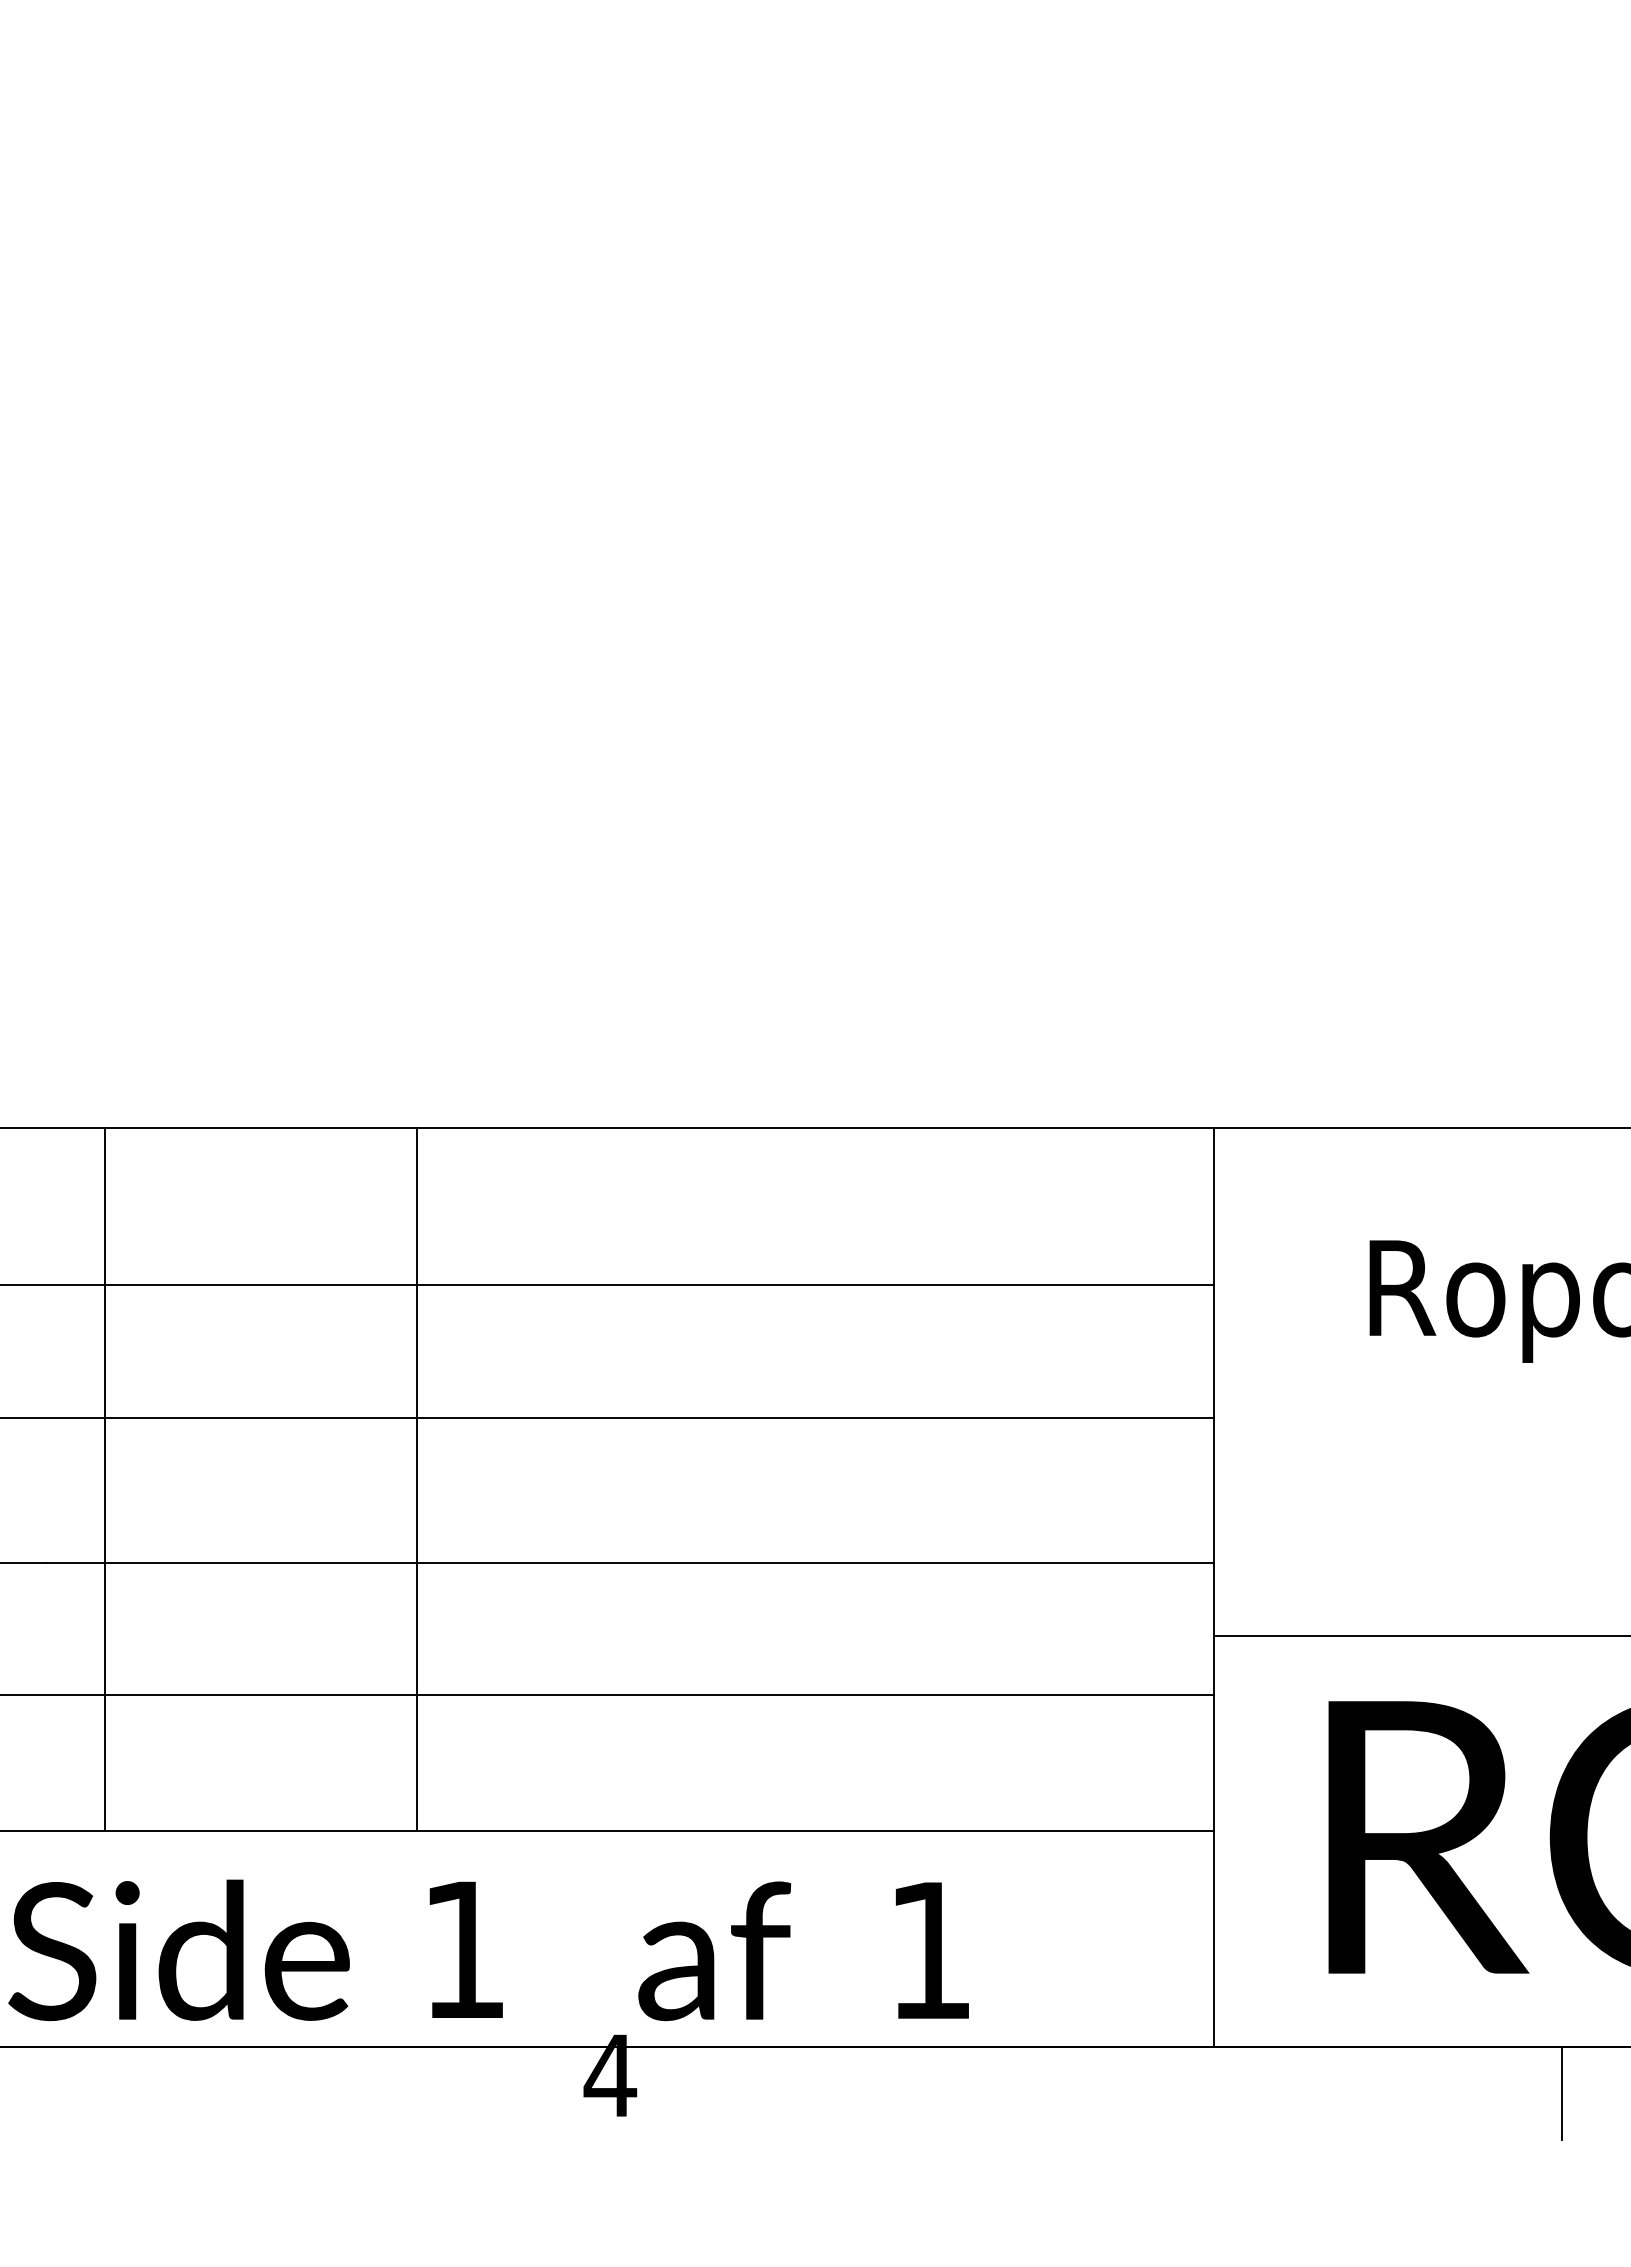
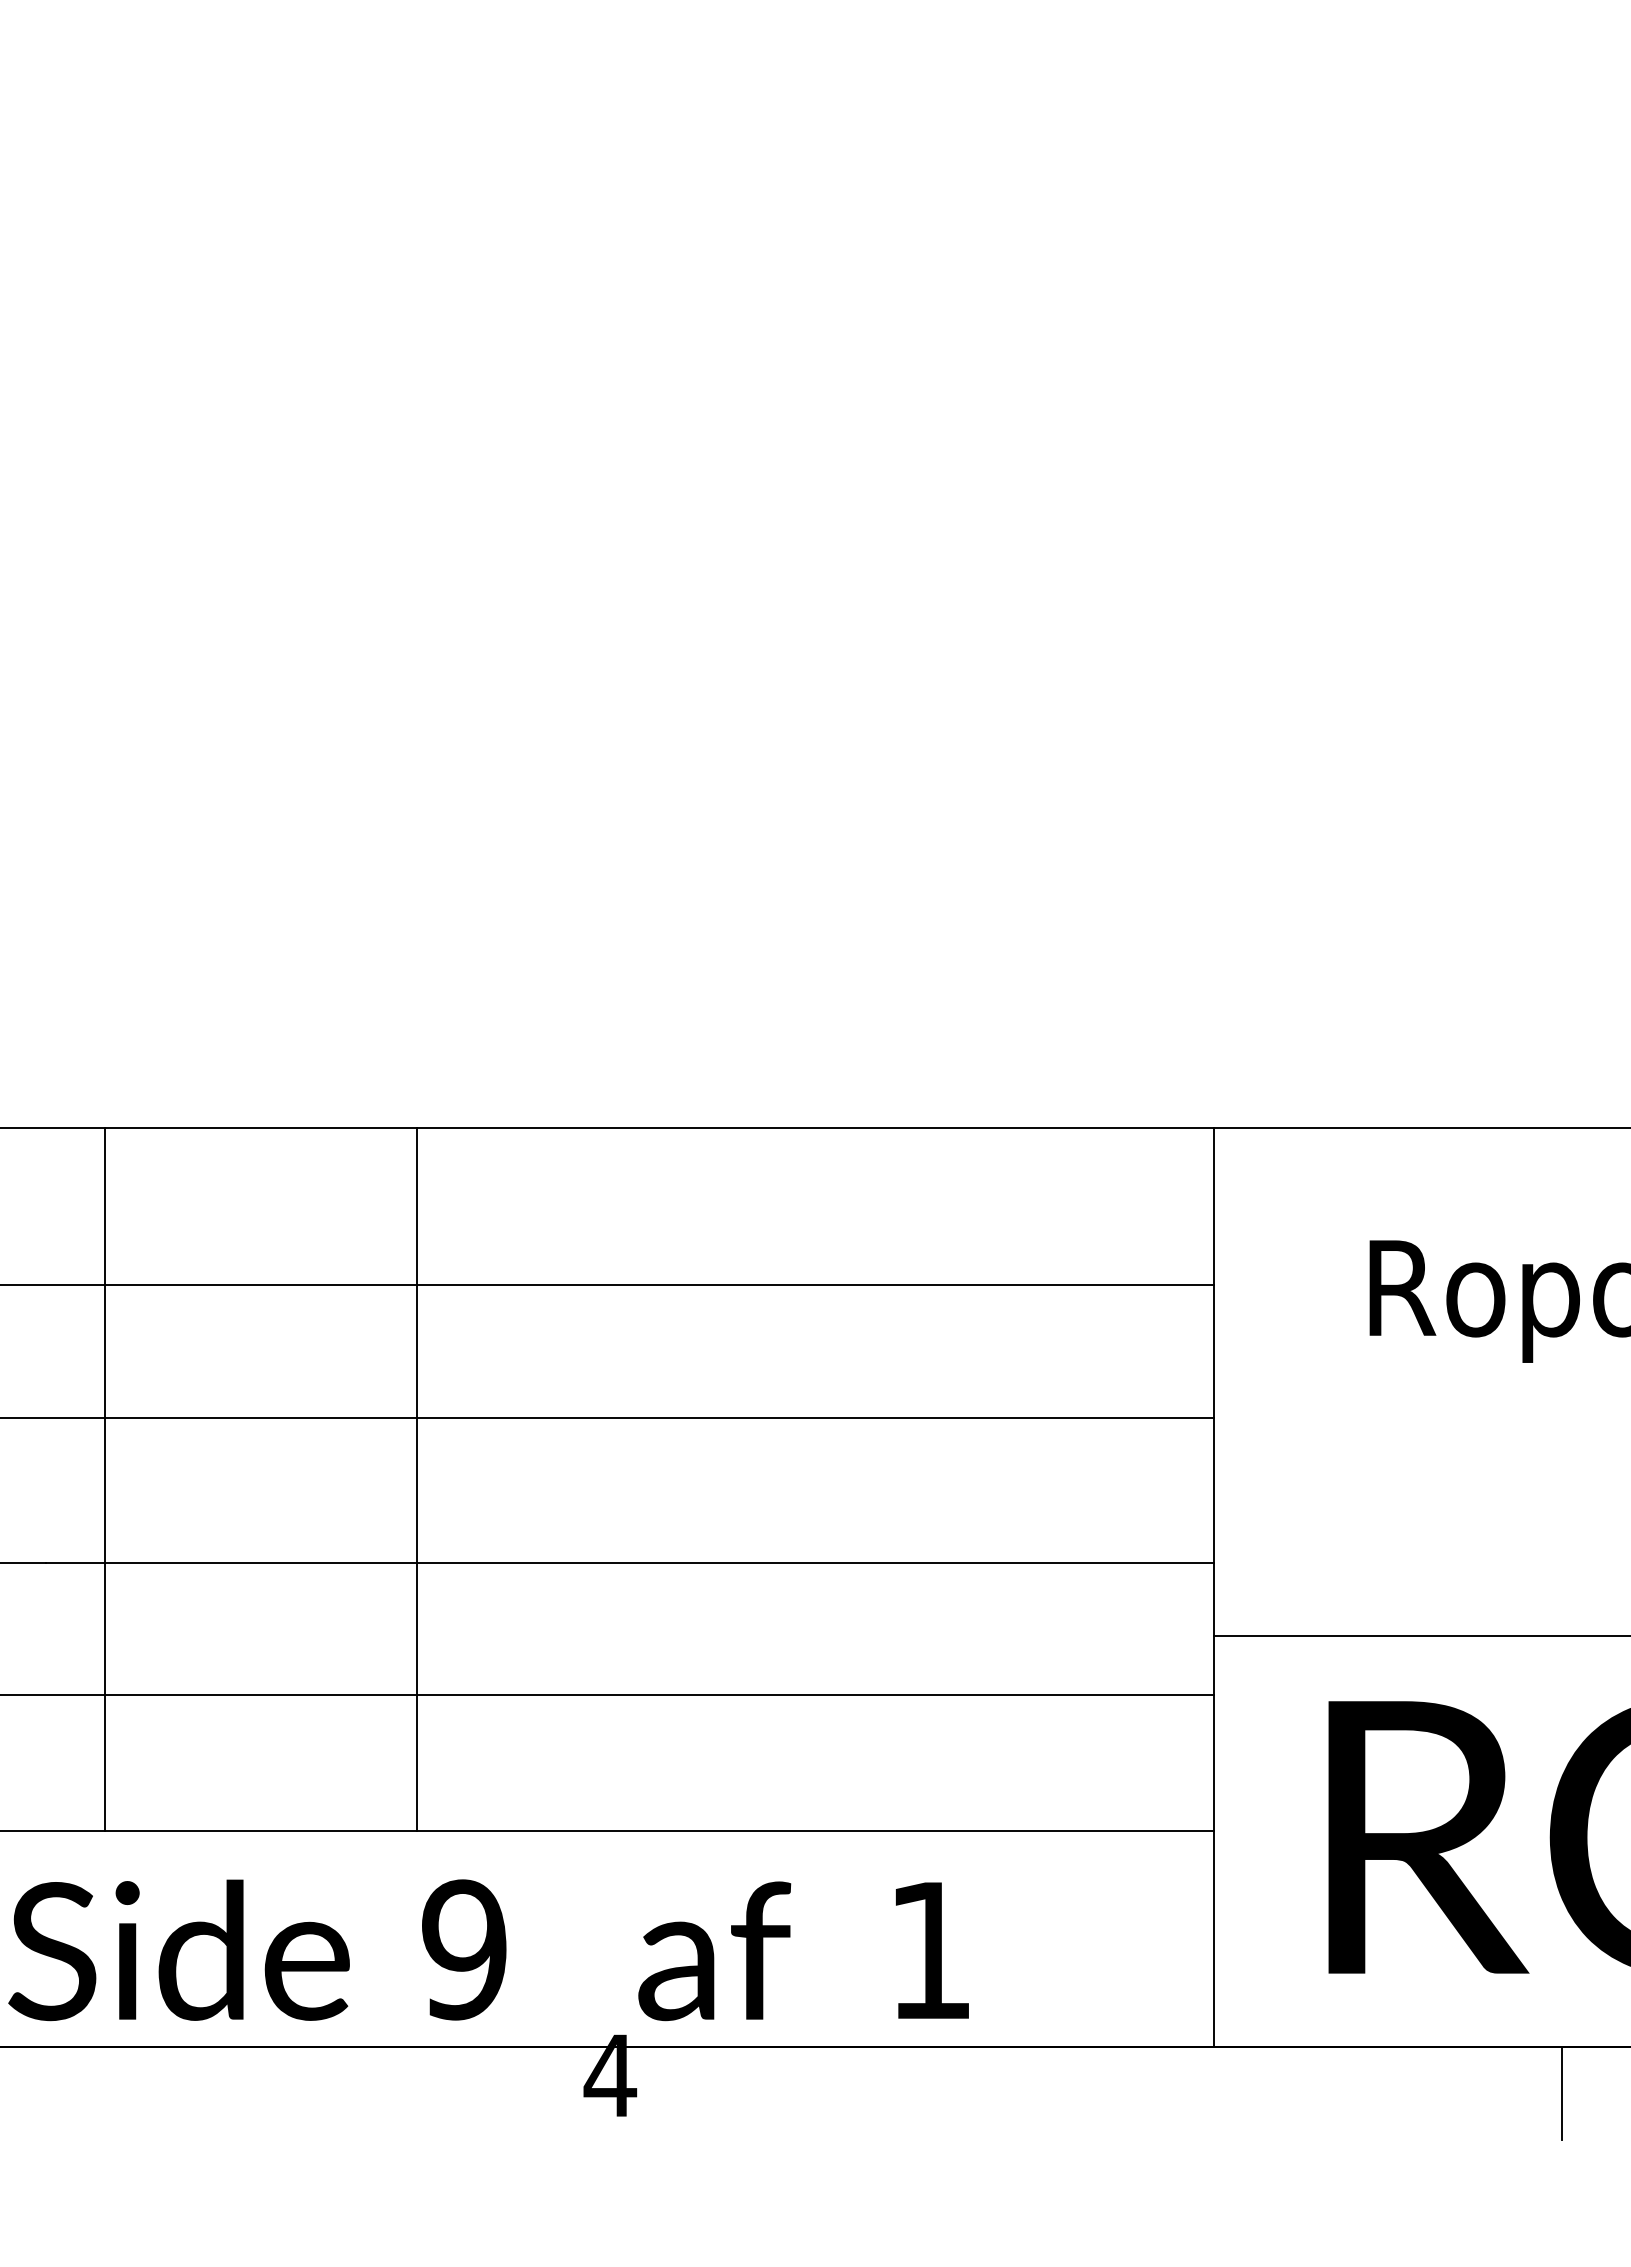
text at (464, 1949): 1 -> 9
